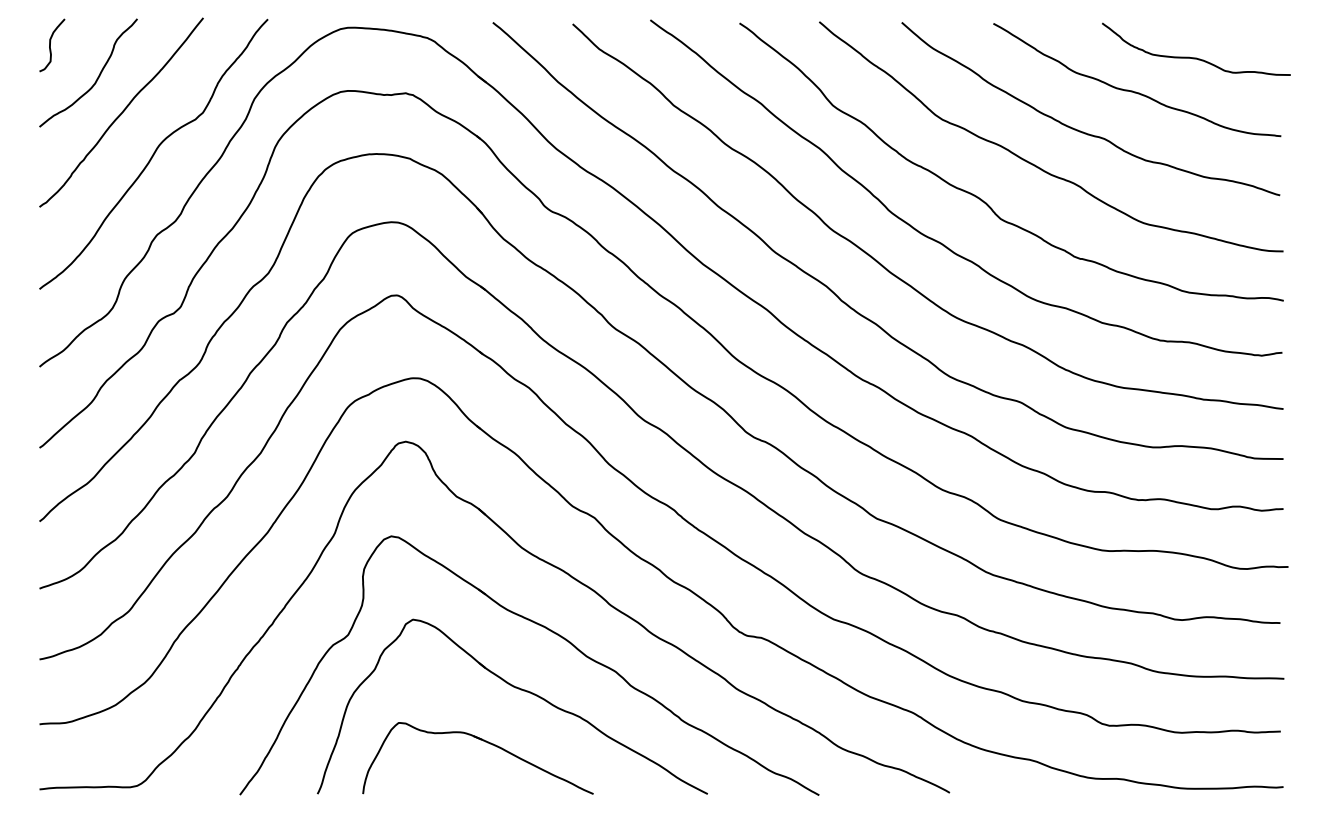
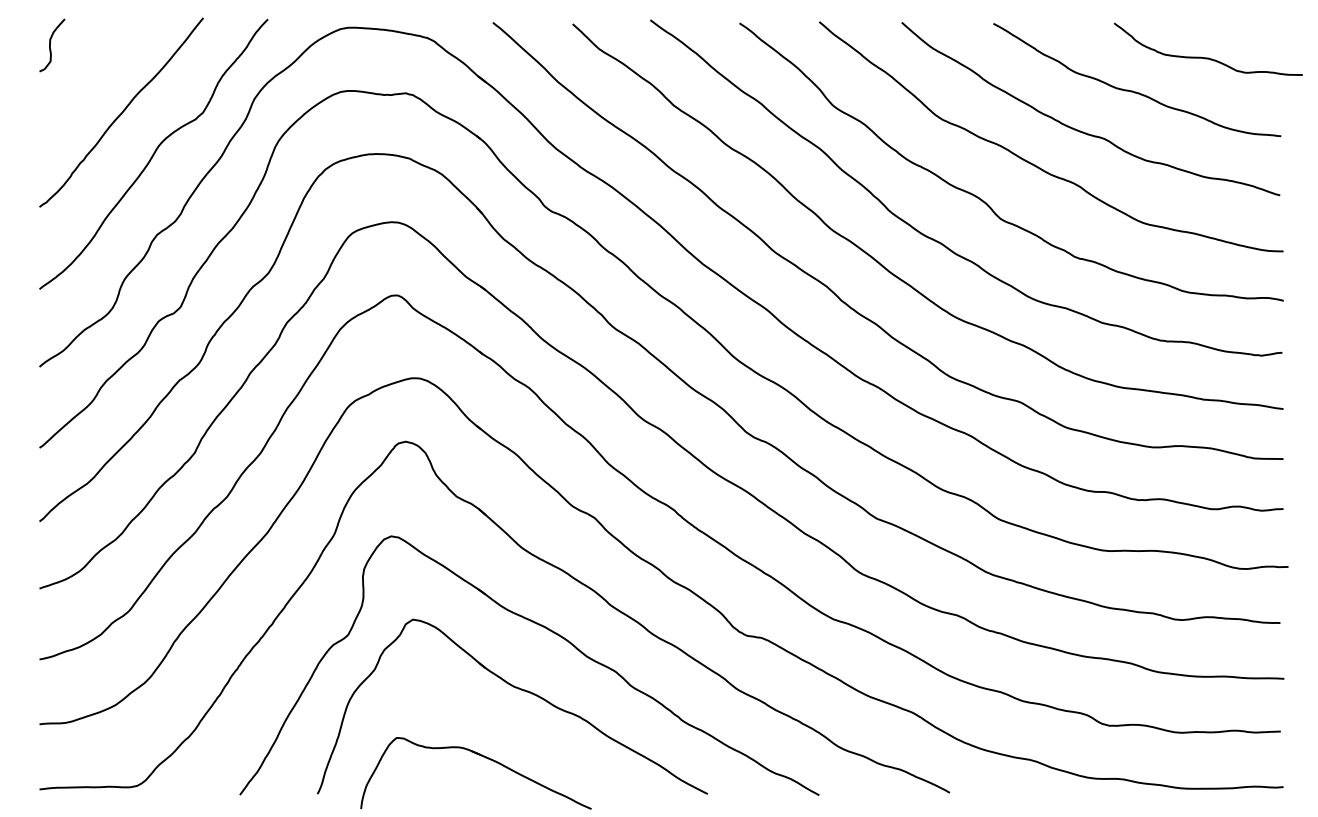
curve at (1196, 57) position: (1196, 57) -> (1208, 57)
curve at (96, 78): present -> none
part at (485, 742) position: (485, 742) -> (483, 757)
